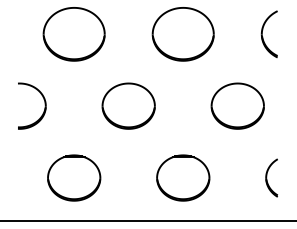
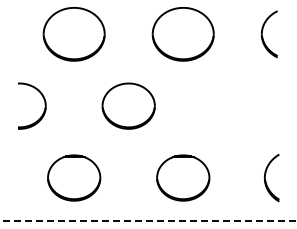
part at (237, 105): present -> none
part at (271, 177) size: 13x40 px -> 16x49 px
line at (148, 221): solid -> dashed
